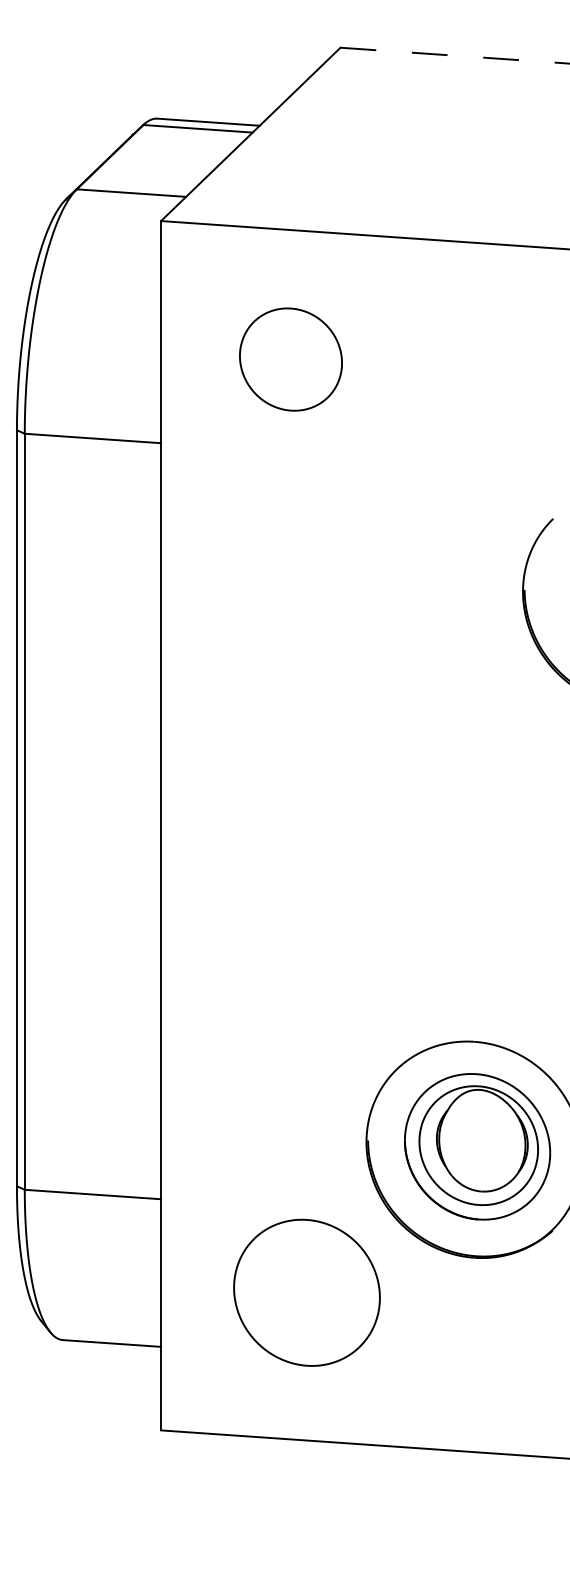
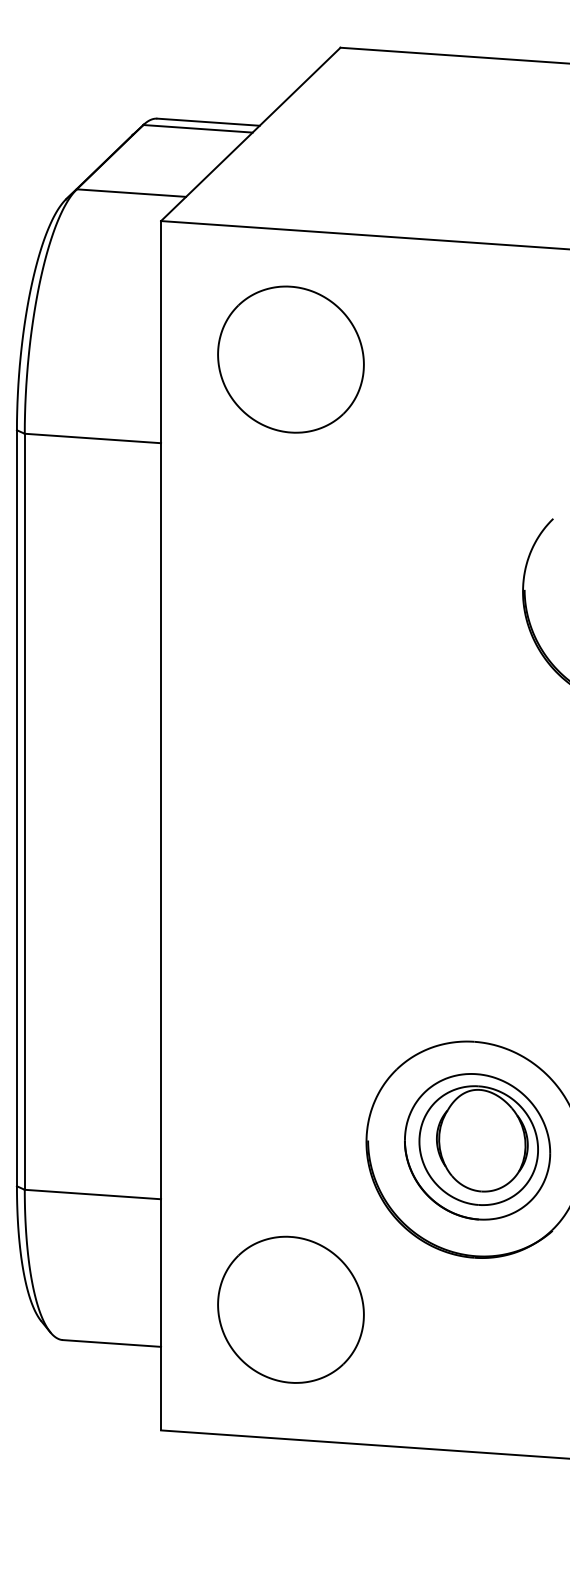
line at (455, 55): dashed -> solid
part at (290, 359) size: 104x105 px -> 148x149 px
part at (306, 1292) position: (306, 1292) -> (290, 1309)
